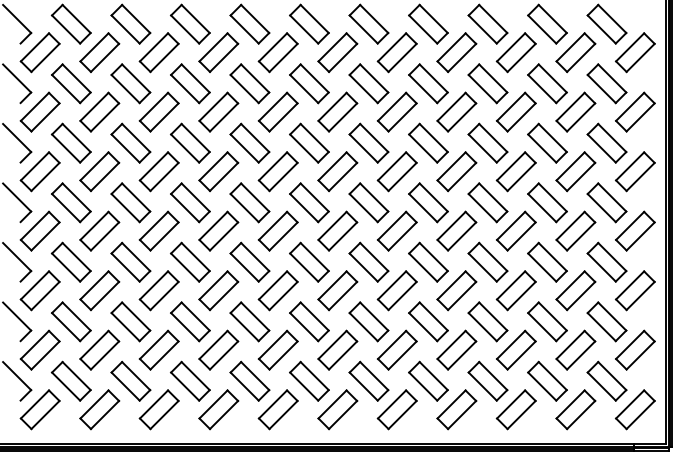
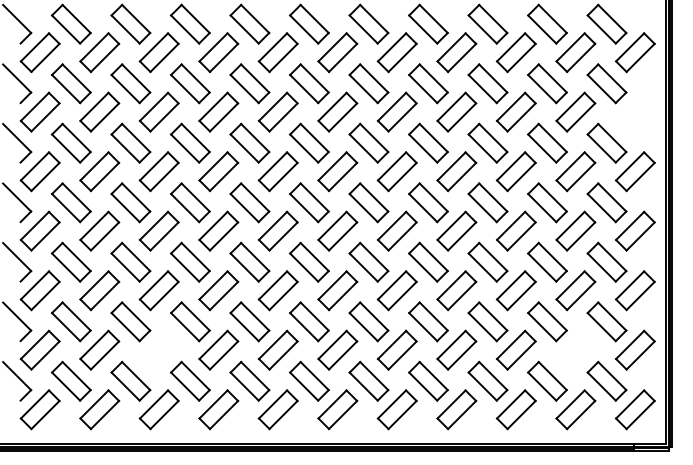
part at (635, 111): present -> none
part at (158, 349): present -> none
part at (575, 349): present -> none
